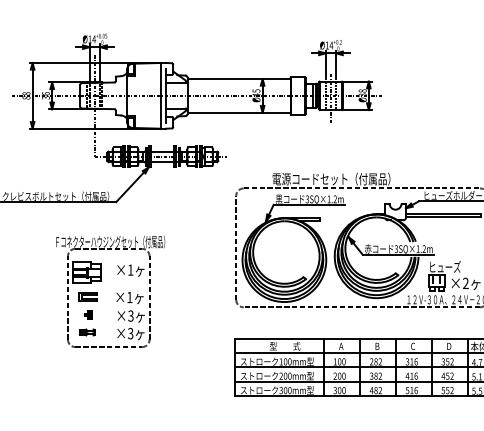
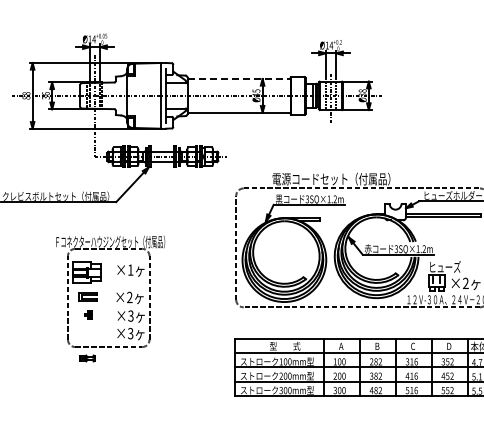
line at (239, 79): solid -> dashed
text at (129, 296): ×1 -> ×2
part at (87, 332) position: (87, 332) -> (87, 358)
